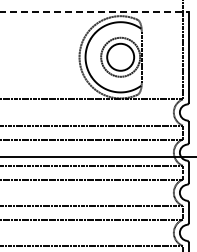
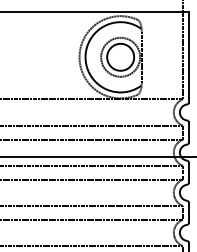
line at (94, 12): dashed -> solid
